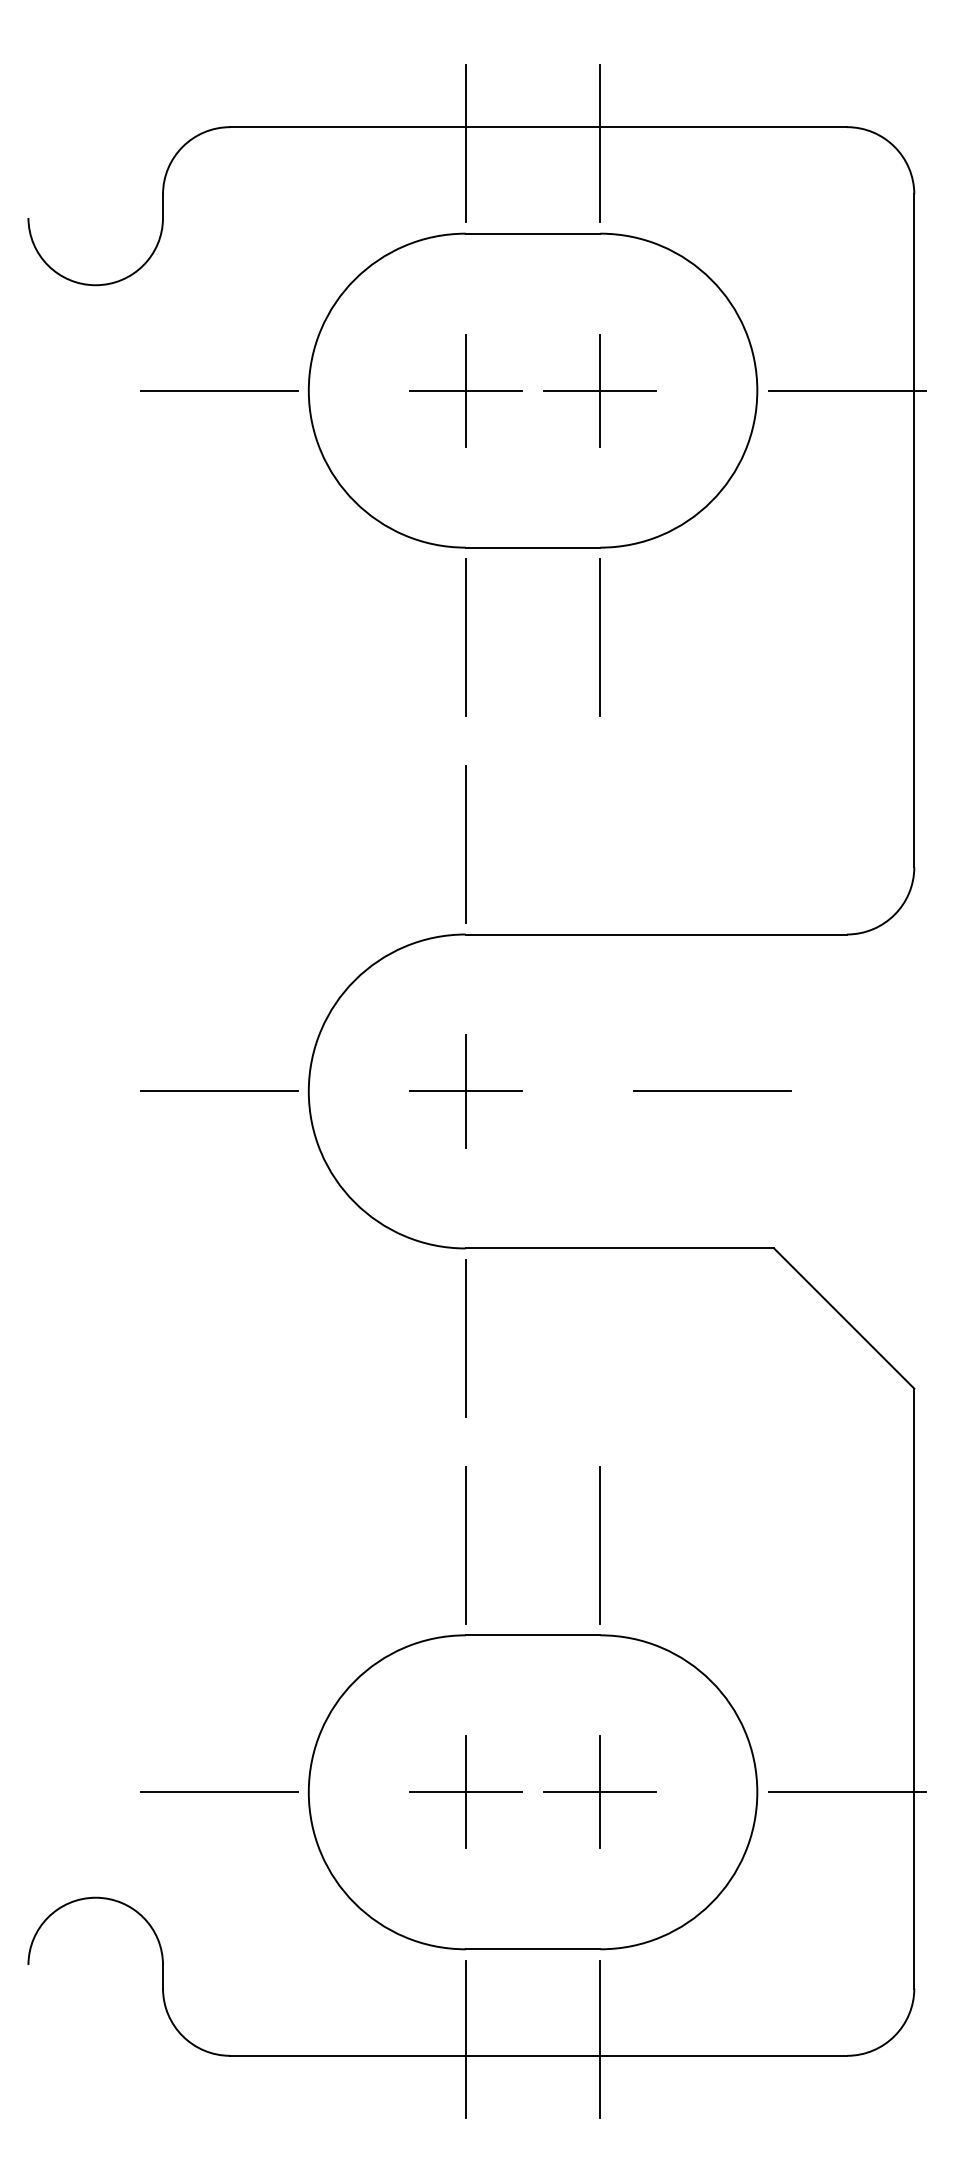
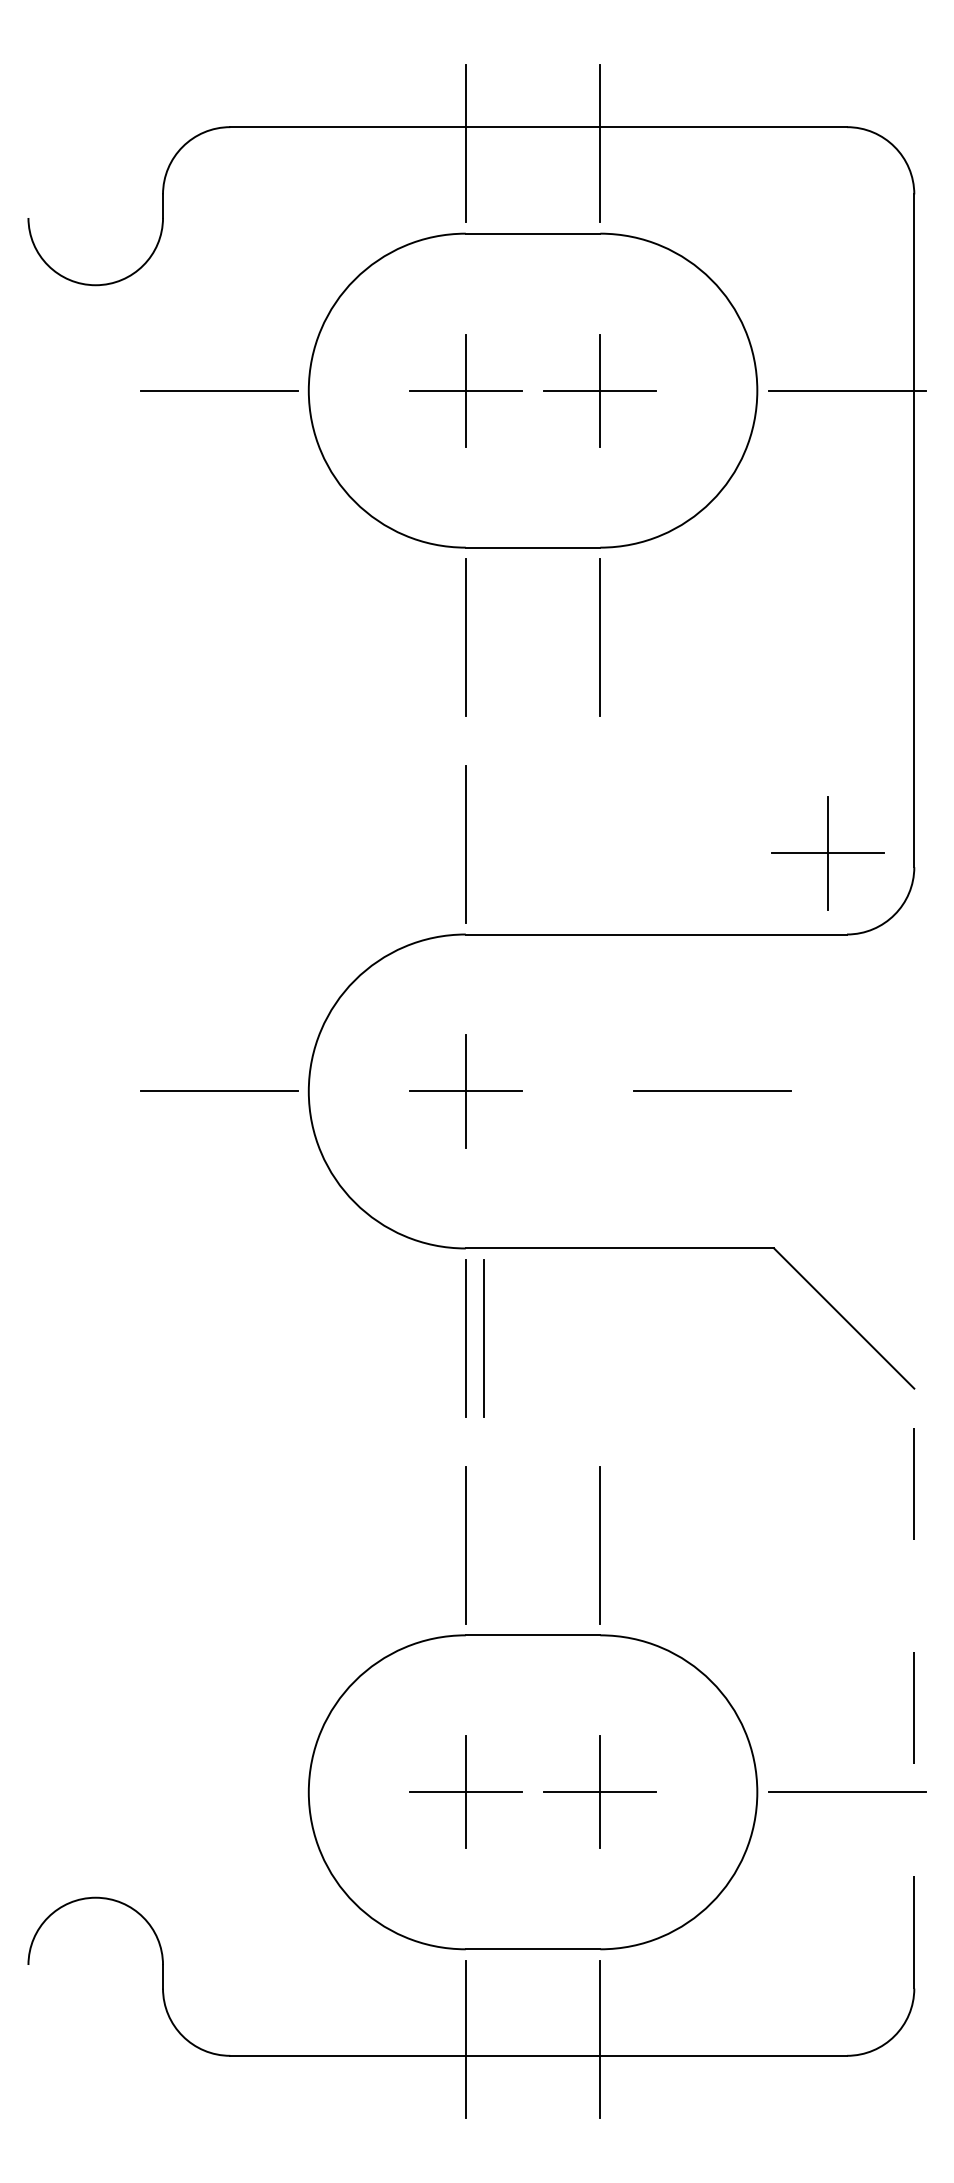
part at (827, 853): none -> present
line at (483, 1338): none -> present
line at (914, 1688): solid -> dashed
line at (218, 1792): present -> none
